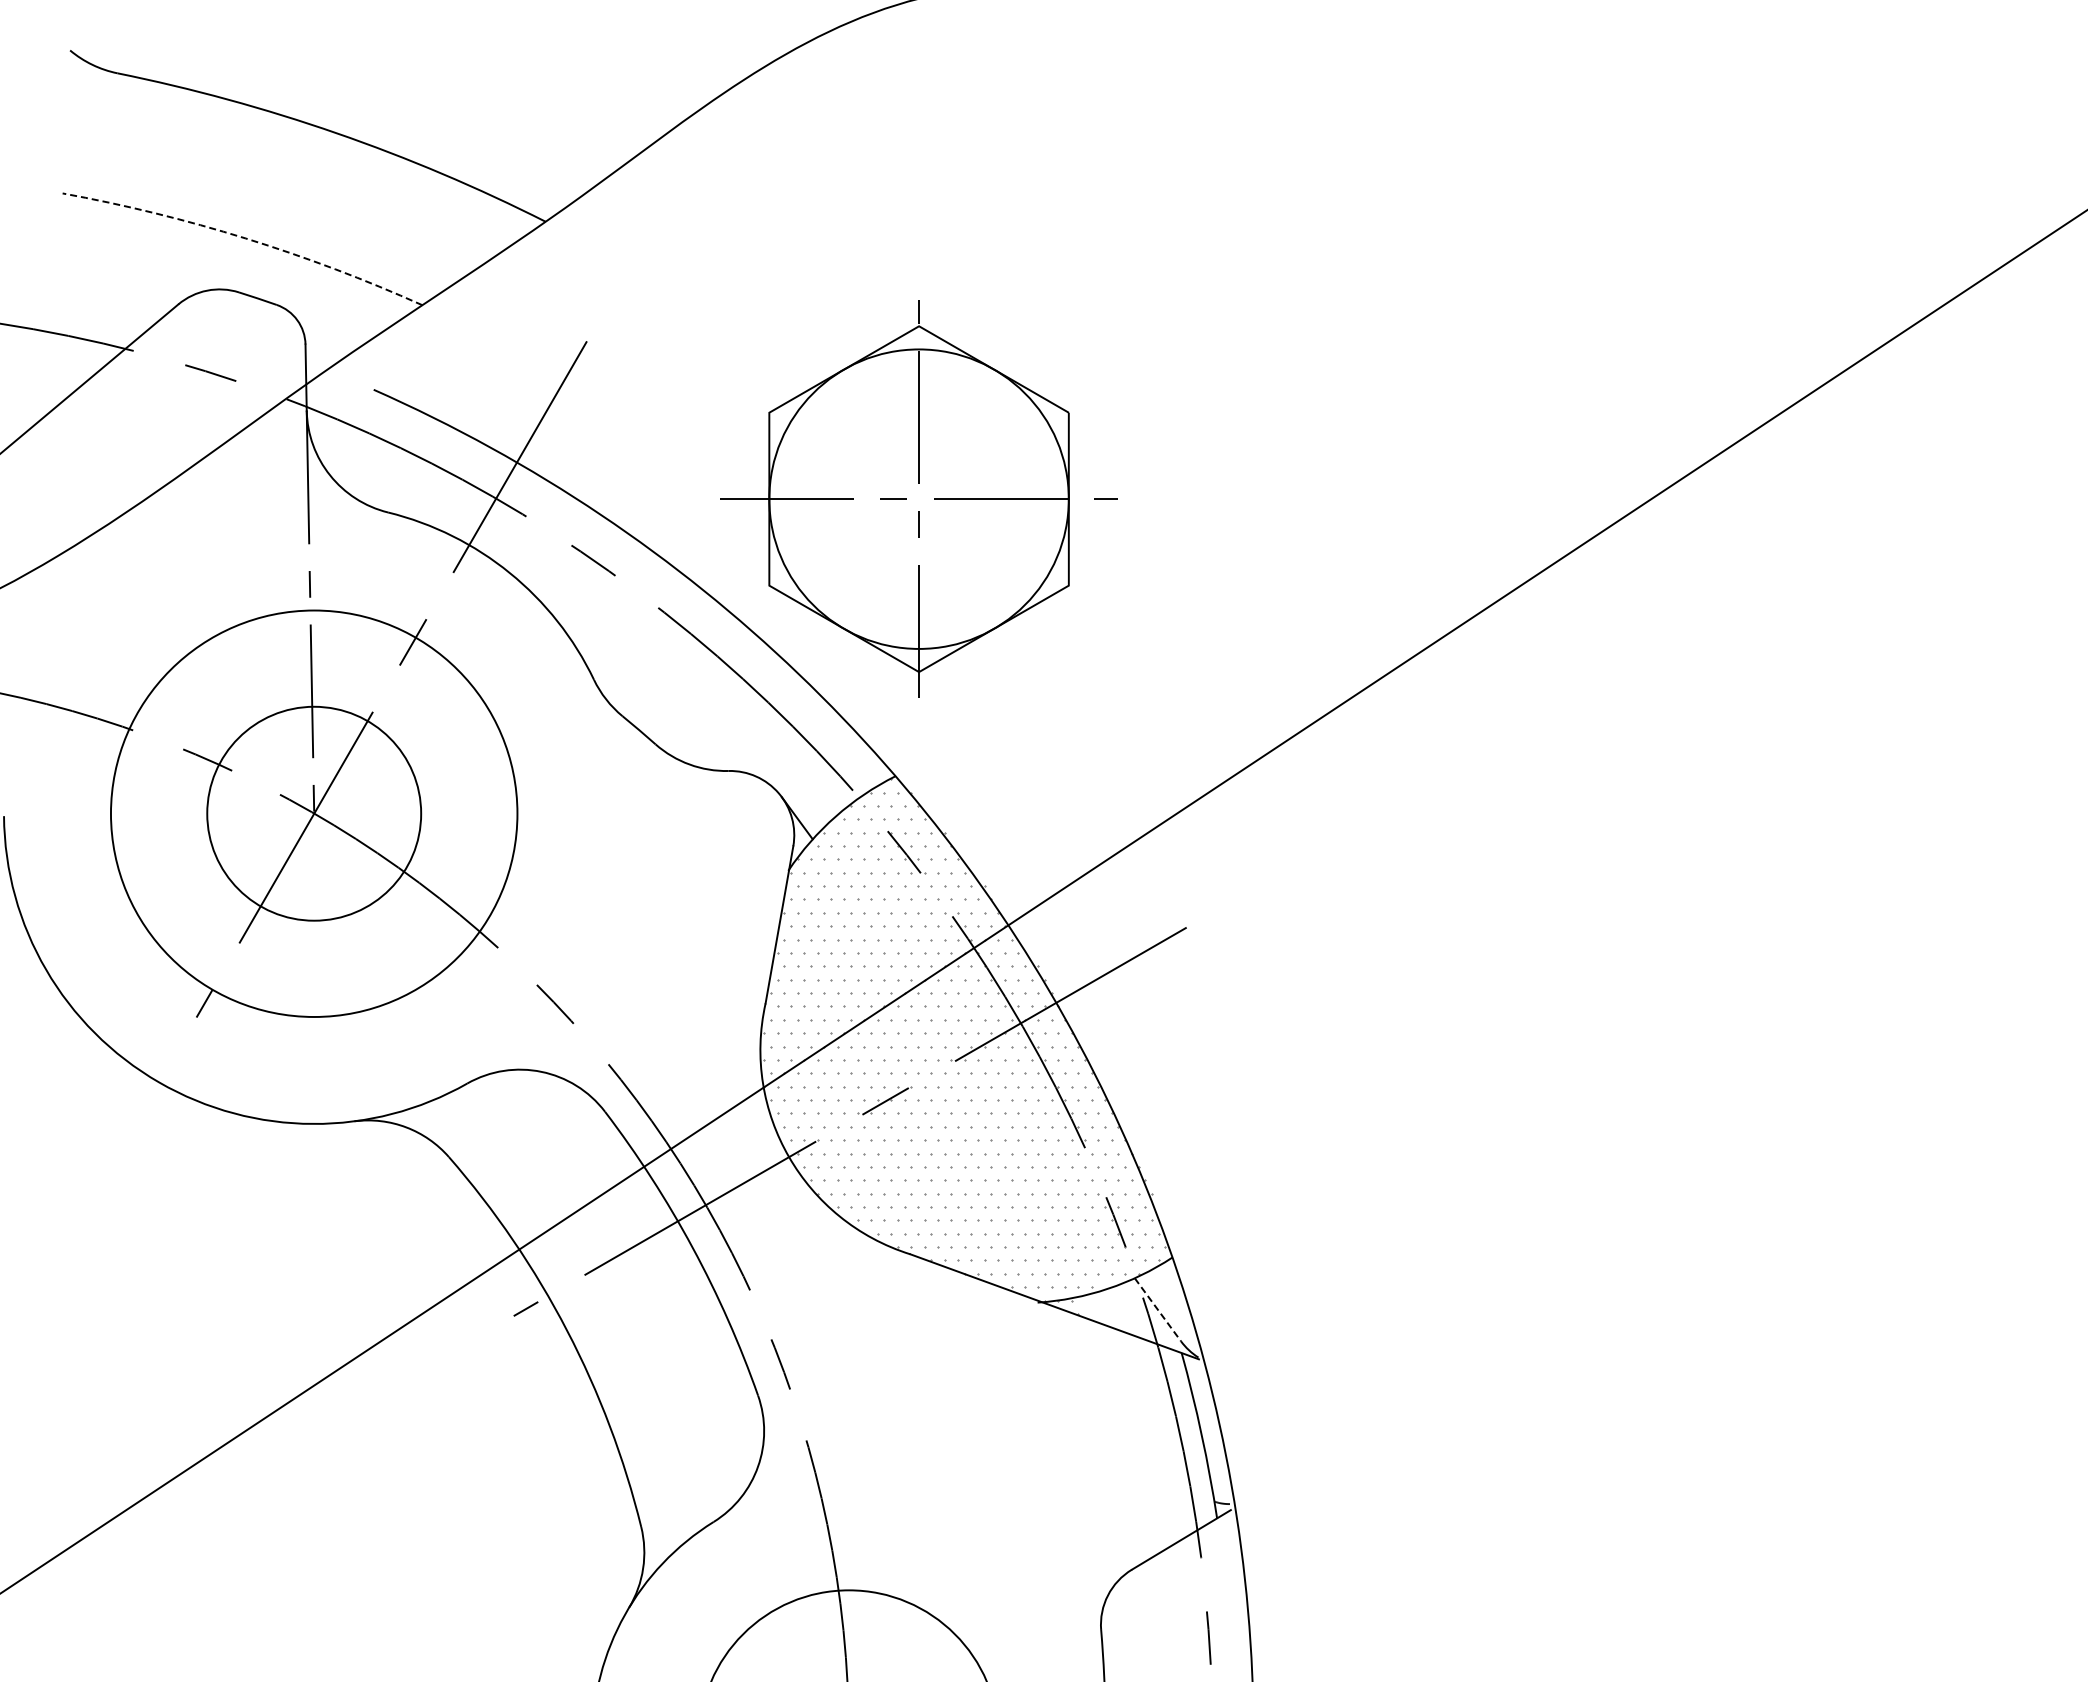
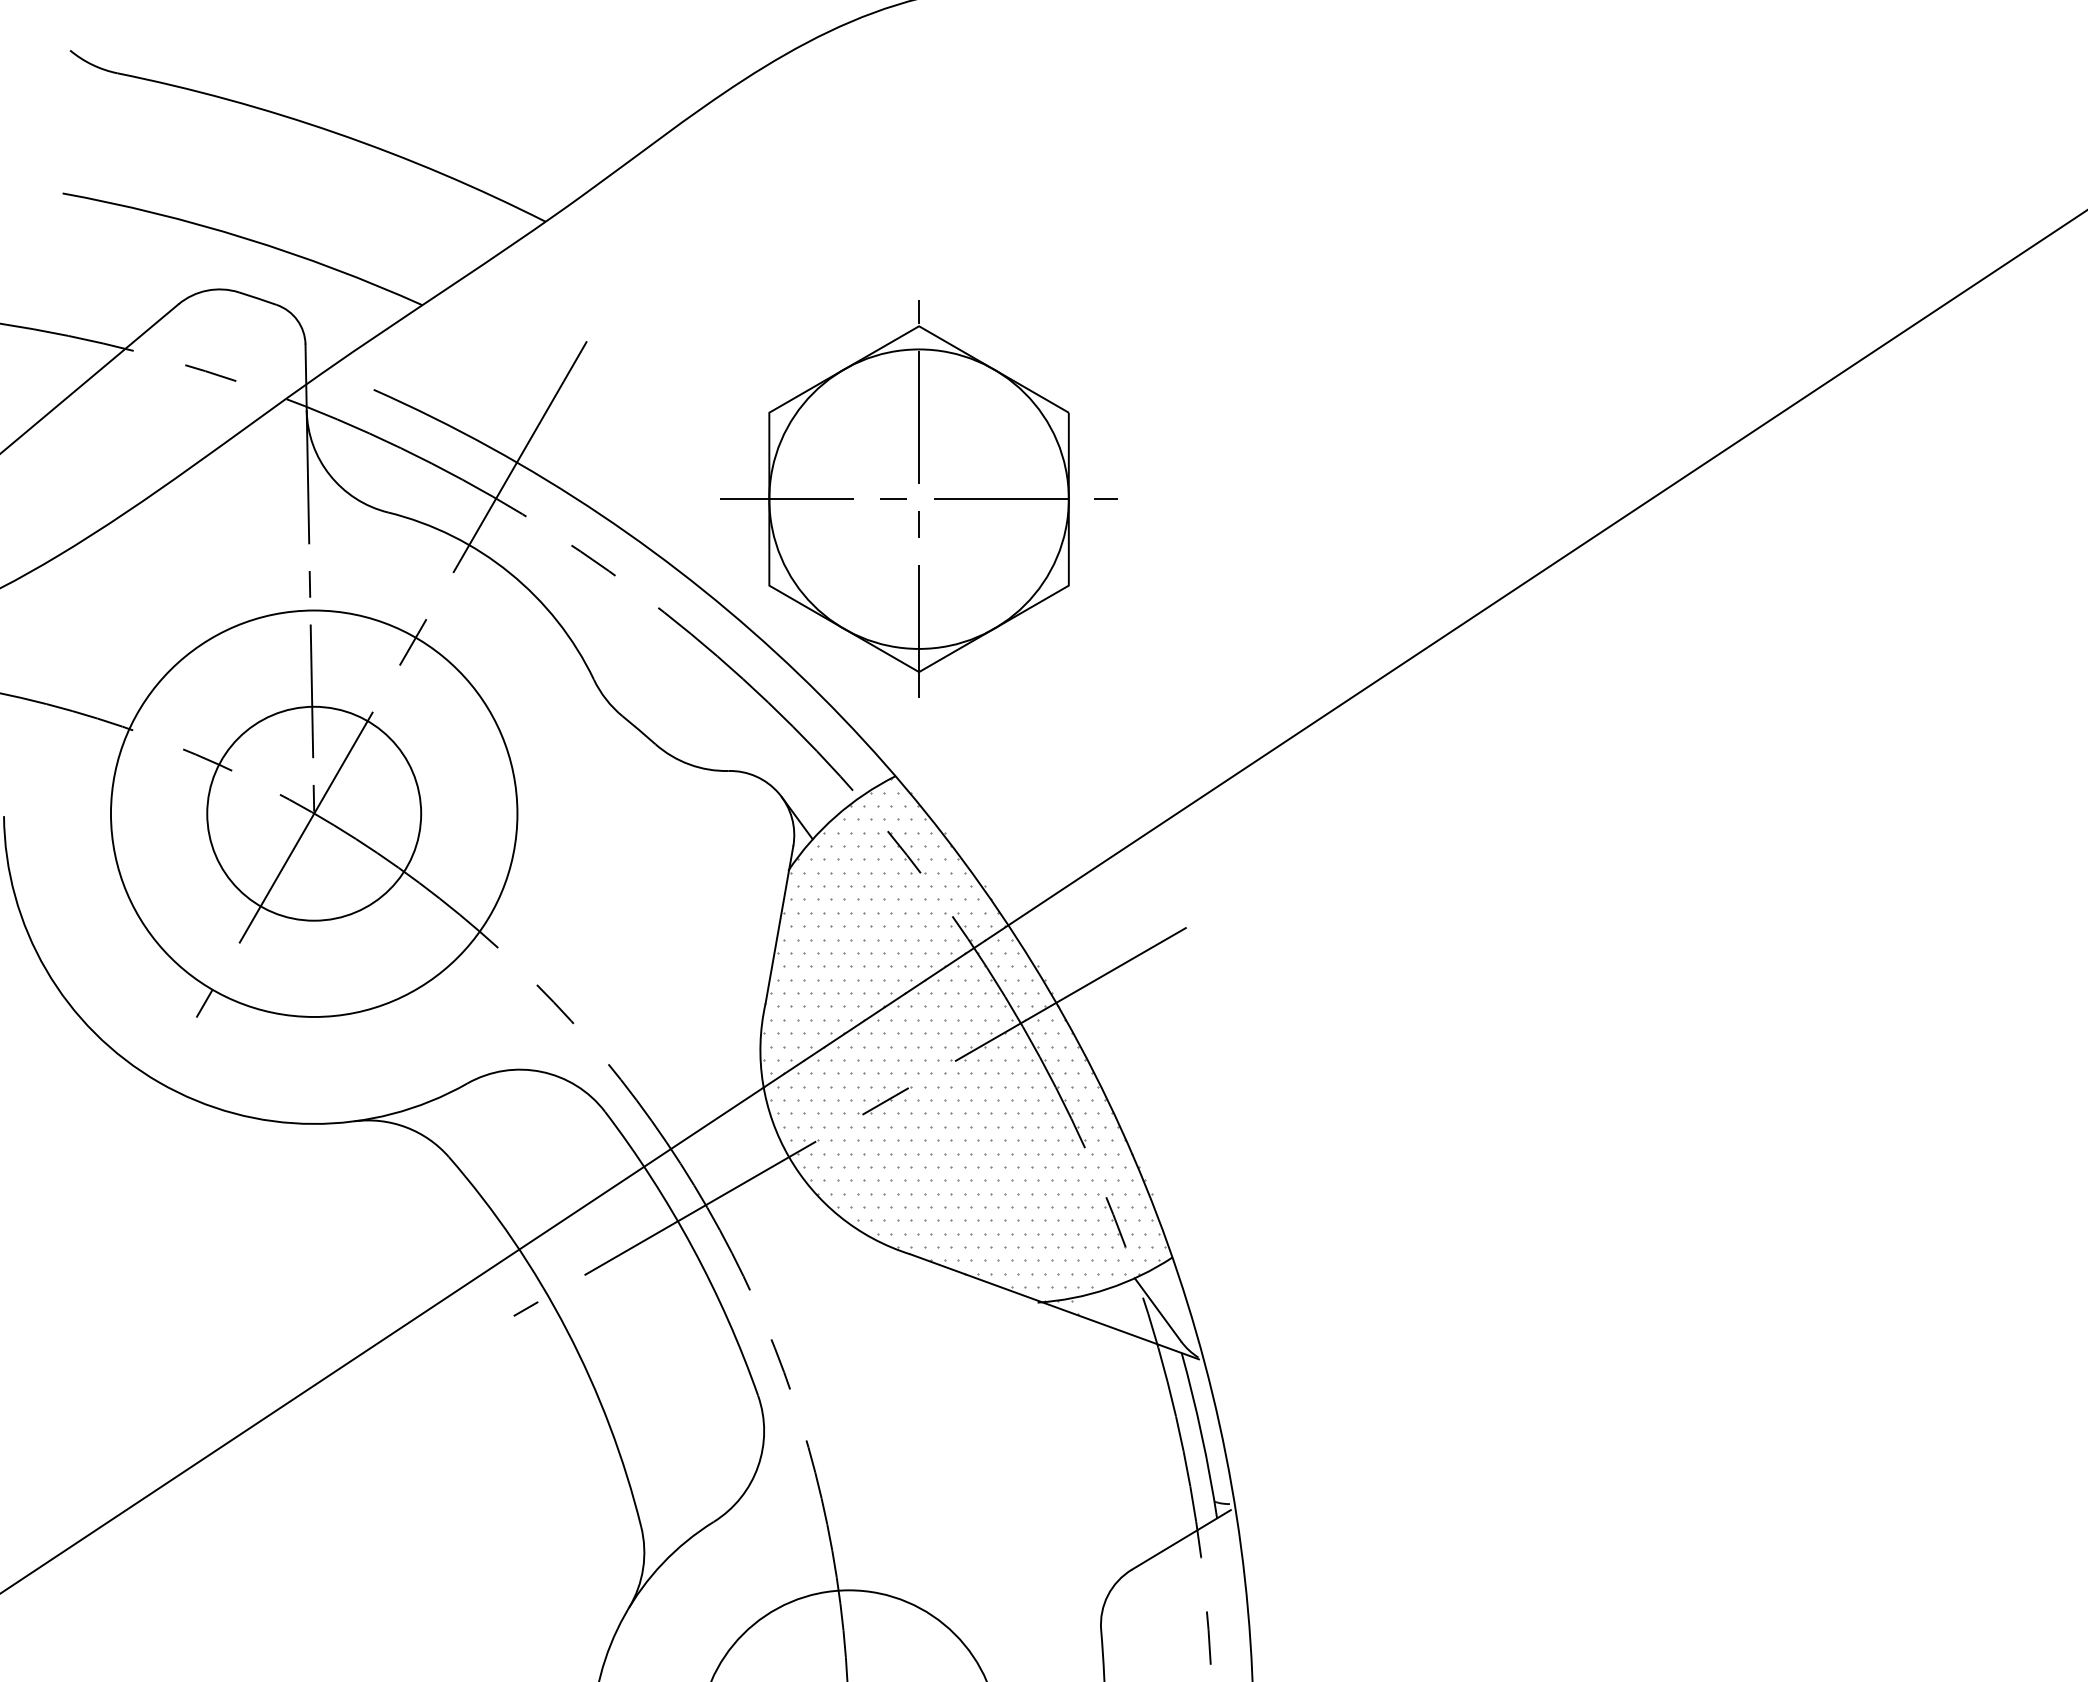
arc at (245, 238): dashed -> solid
line at (1158, 1310): dashed -> solid
